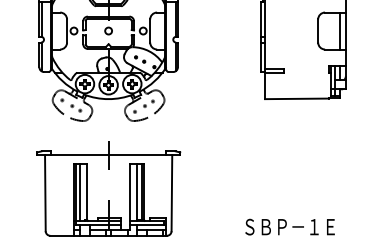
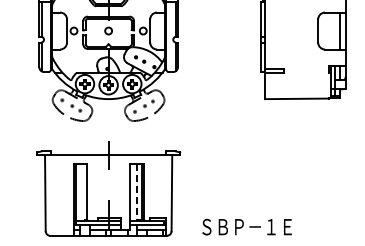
line at (80, 192): present -> none
line at (136, 193): solid -> dashed
text at (289, 226) position: (289, 226) -> (246, 226)
